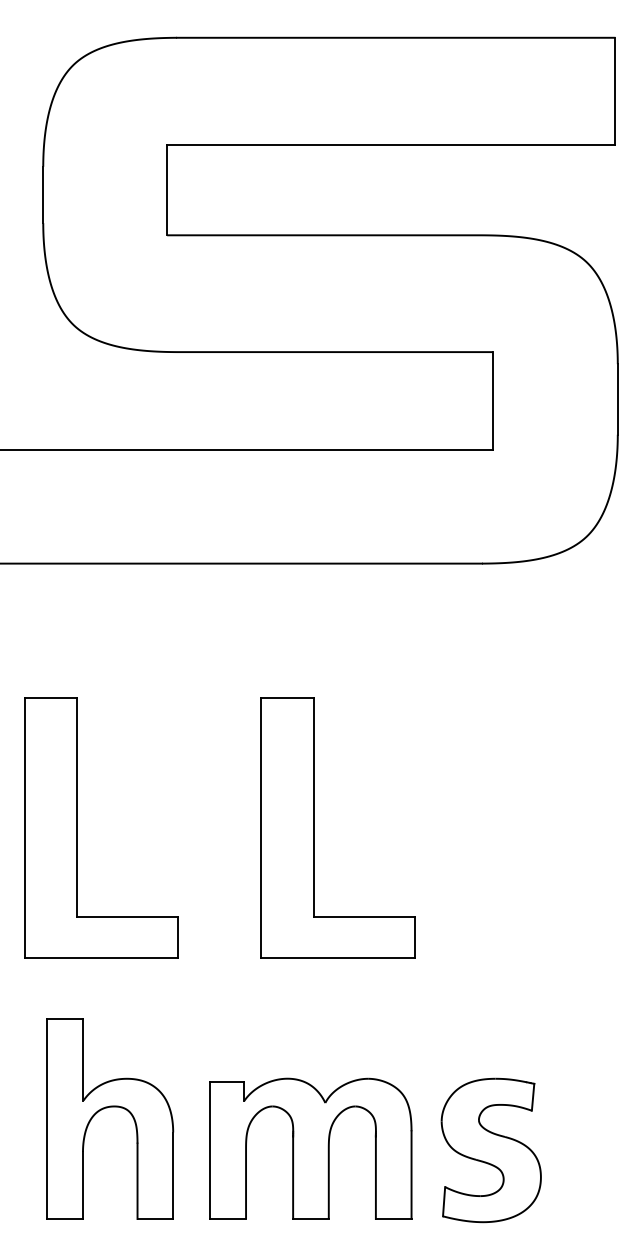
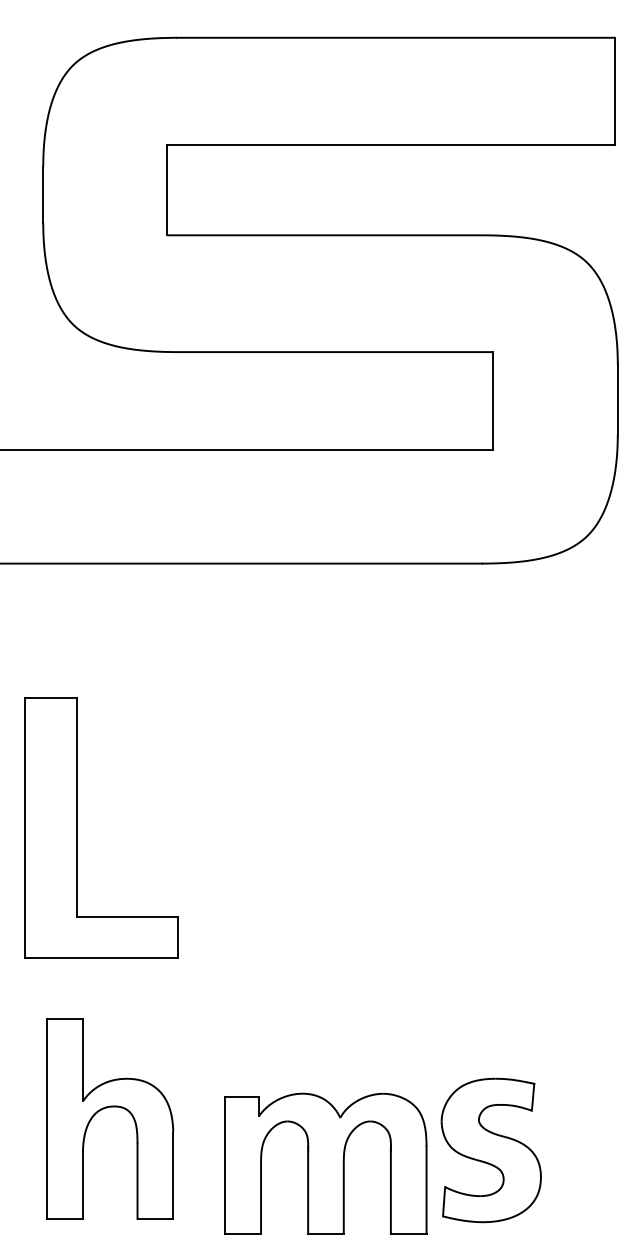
part at (314, 827): present -> none
part at (310, 1148) position: (310, 1148) -> (325, 1163)
